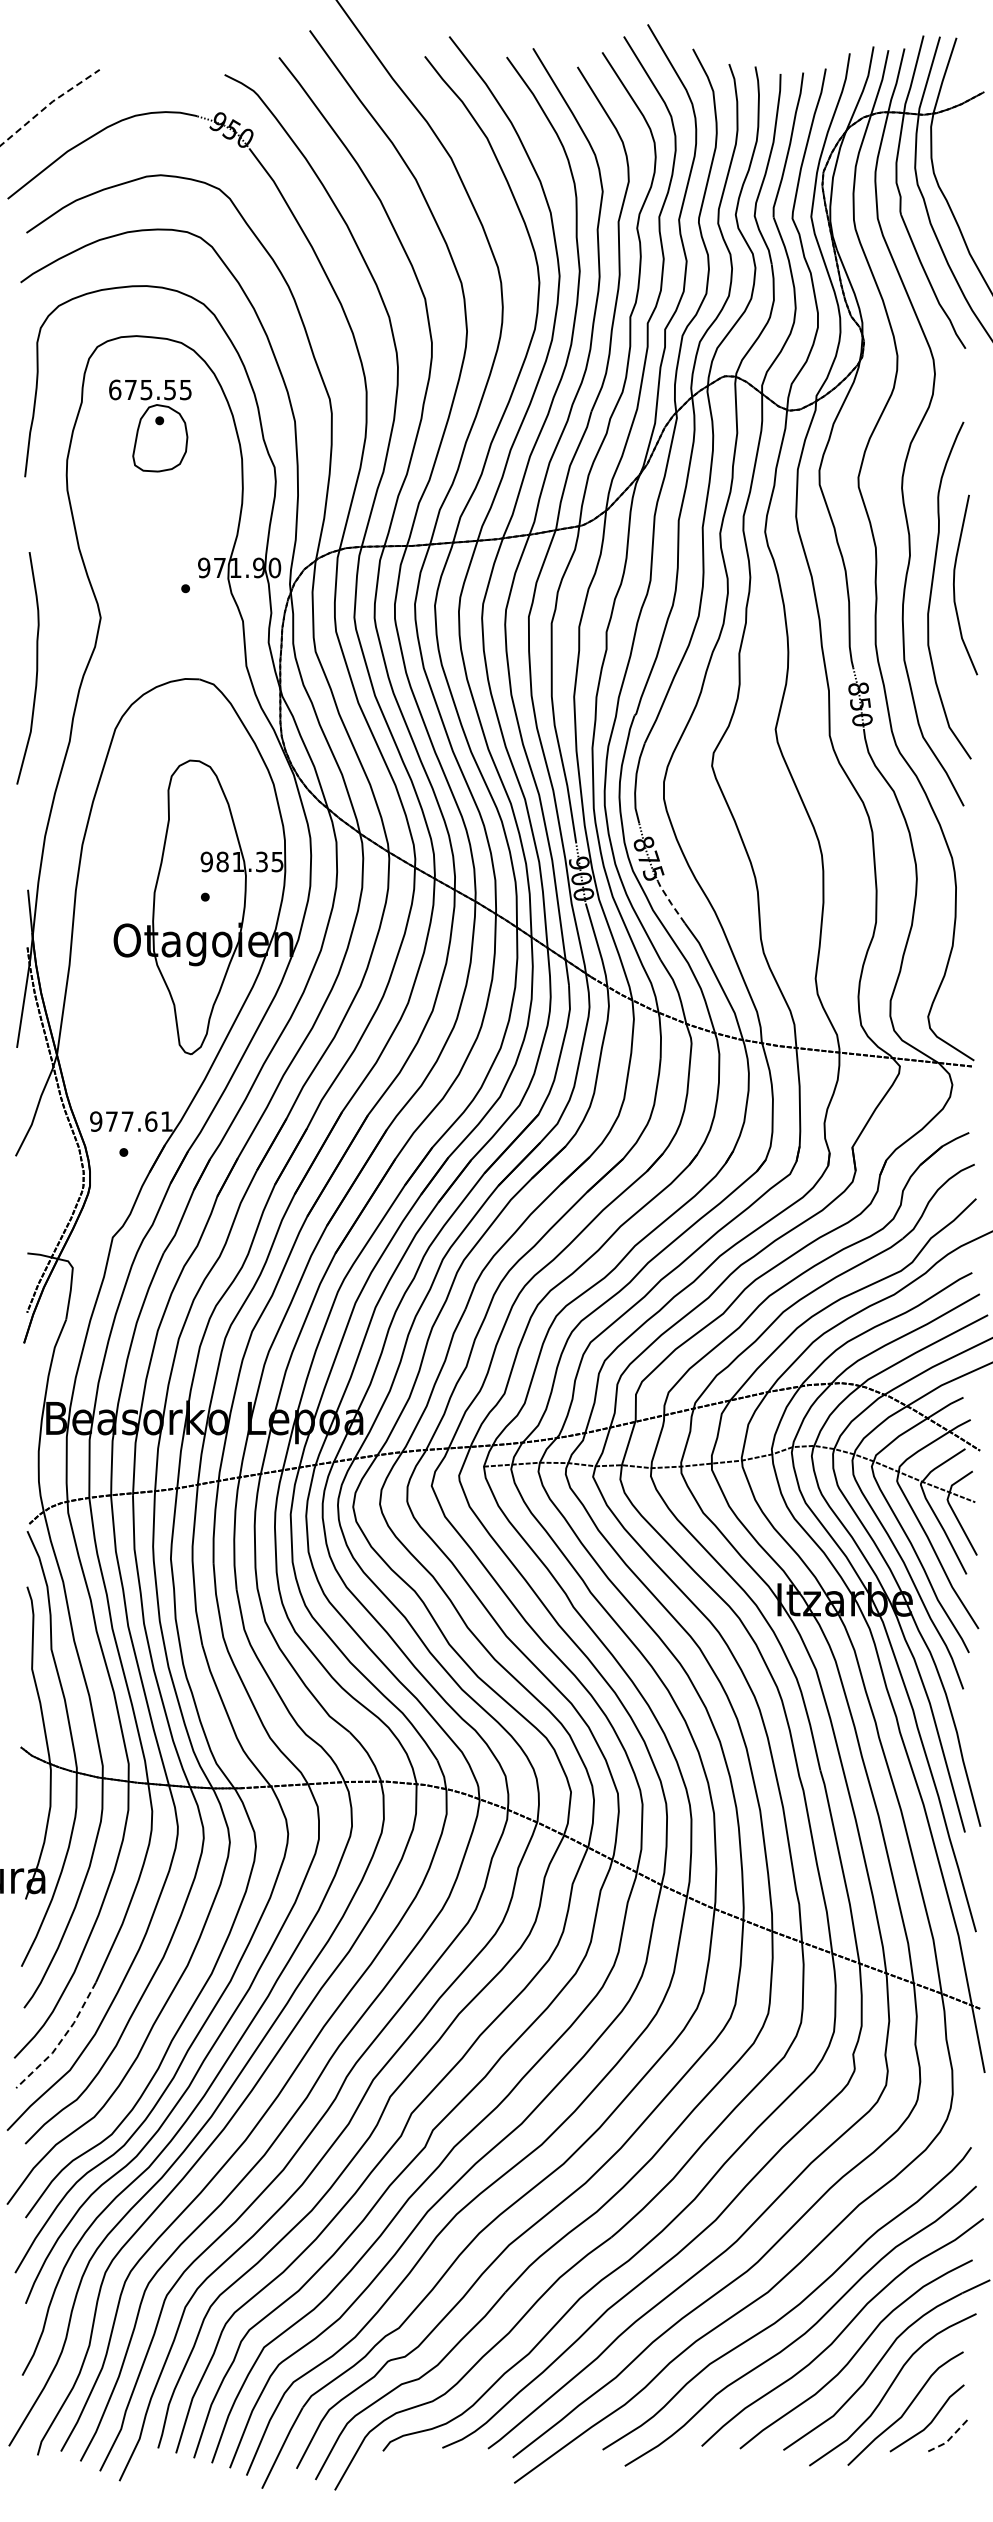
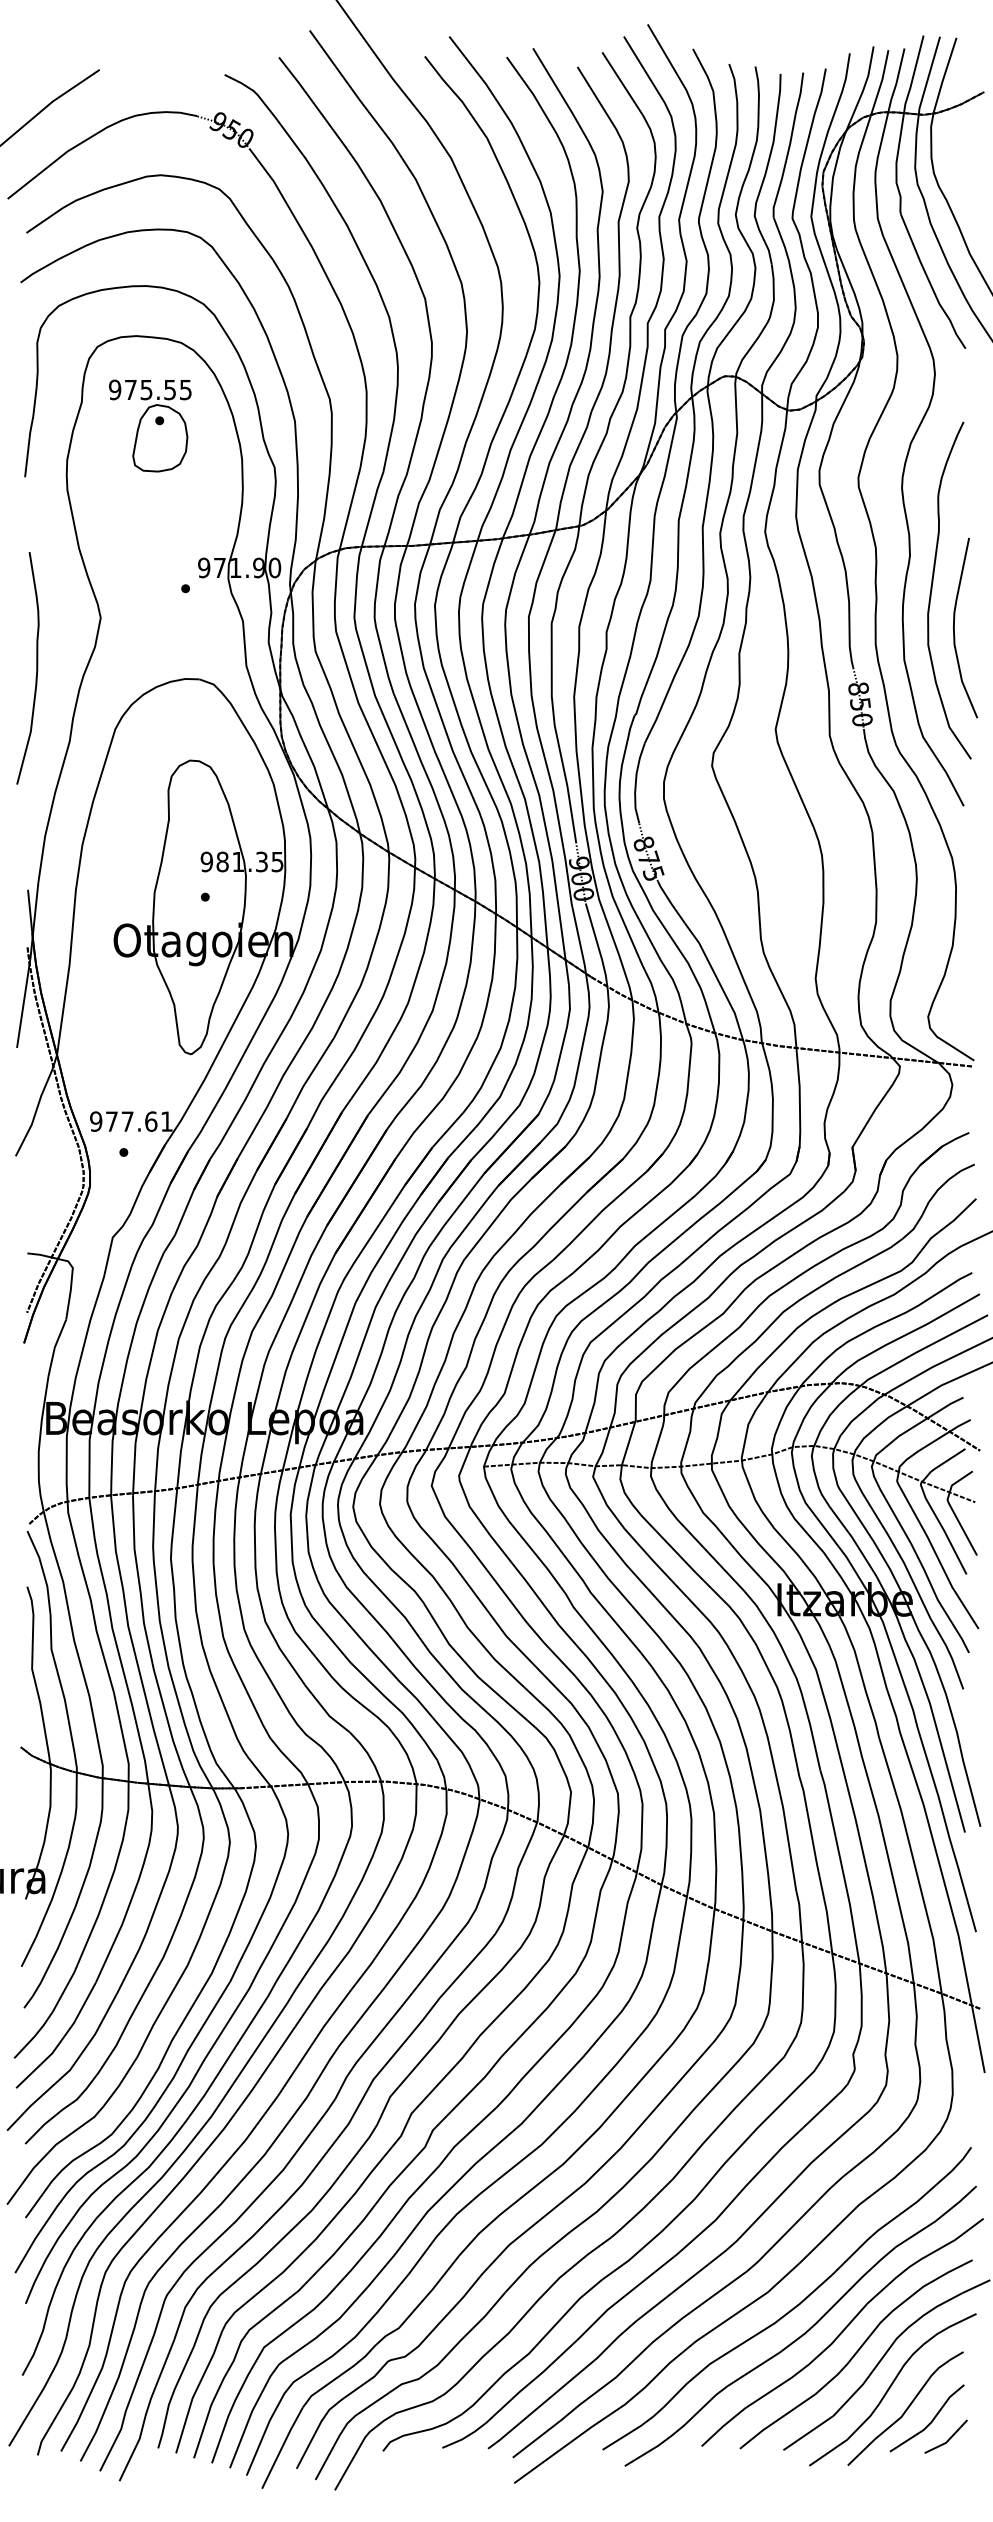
line at (49, 104): dashed -> solid
text at (115, 389): 675.55 -> 975.55
curve at (954, 584) position: (954, 584) -> (954, 627)
line at (670, 902): dashed -> solid
line at (62, 2039): dashed -> solid
line at (948, 2440): dashed -> solid
